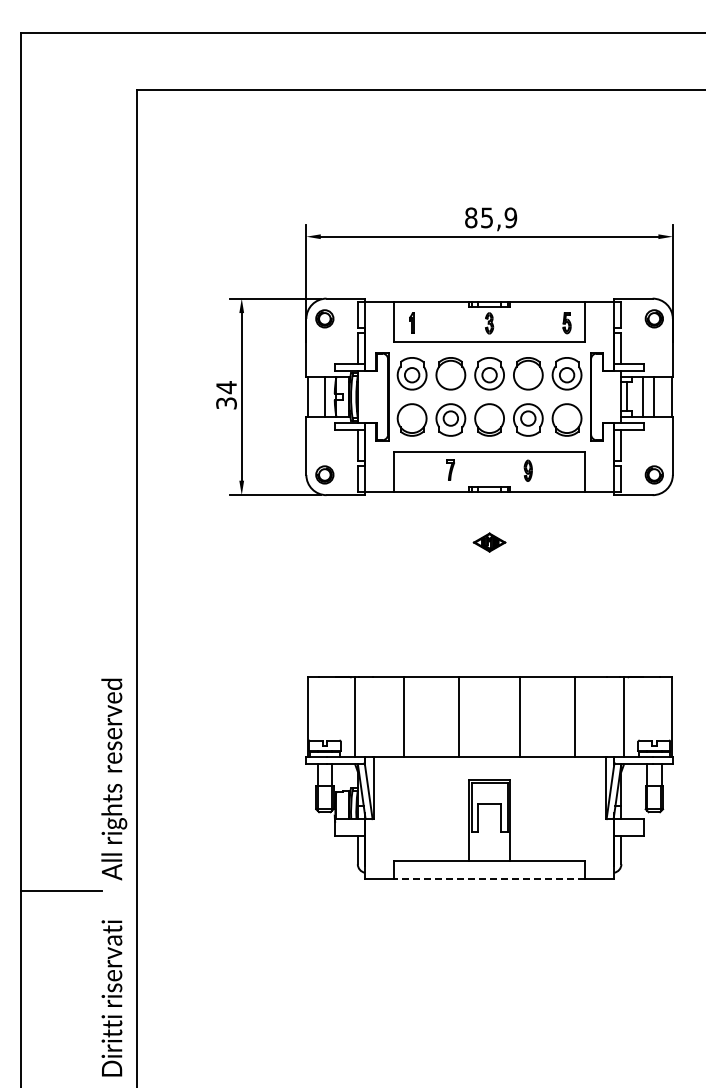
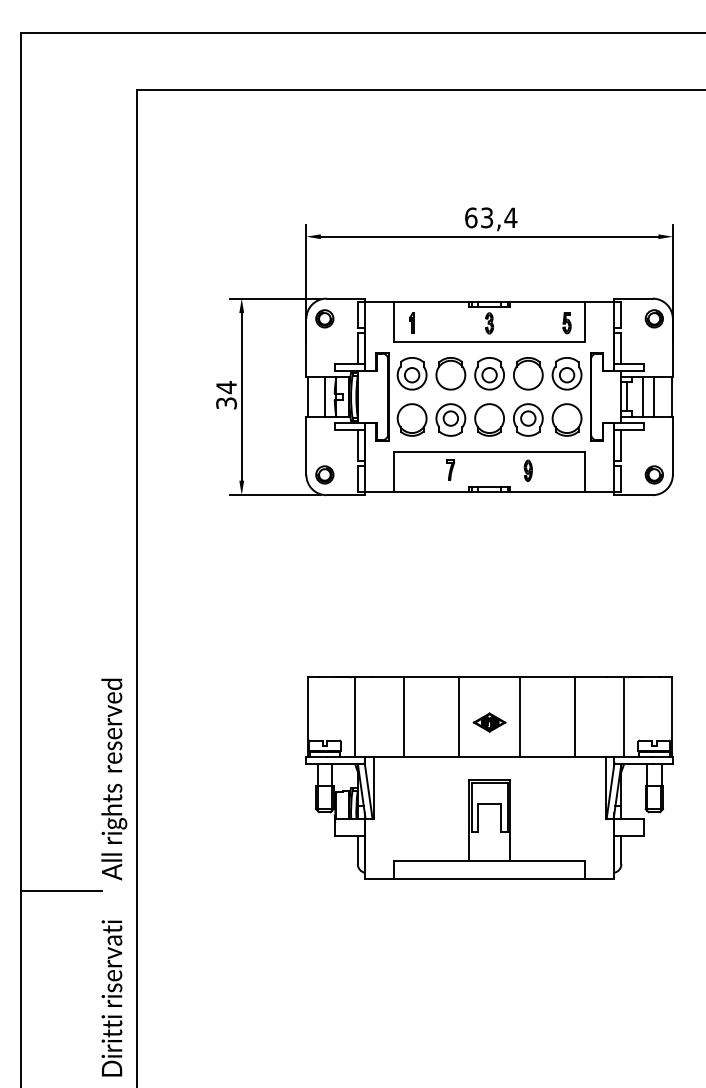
text at (491, 217): 85,9 -> 63,4
part at (489, 542) position: (489, 542) -> (489, 722)
line at (489, 878): dashed -> solid
